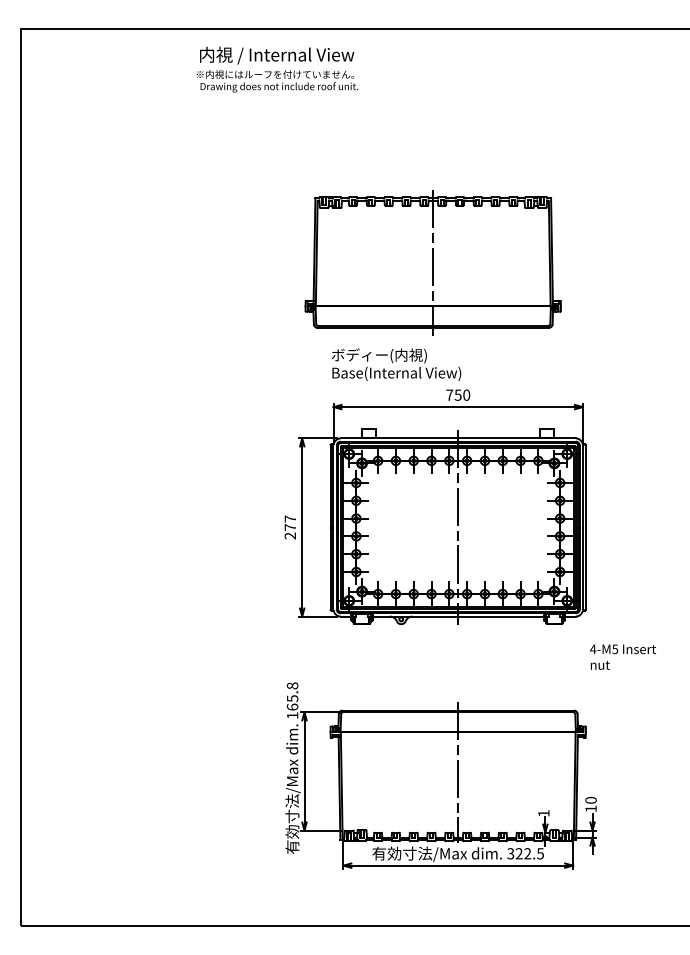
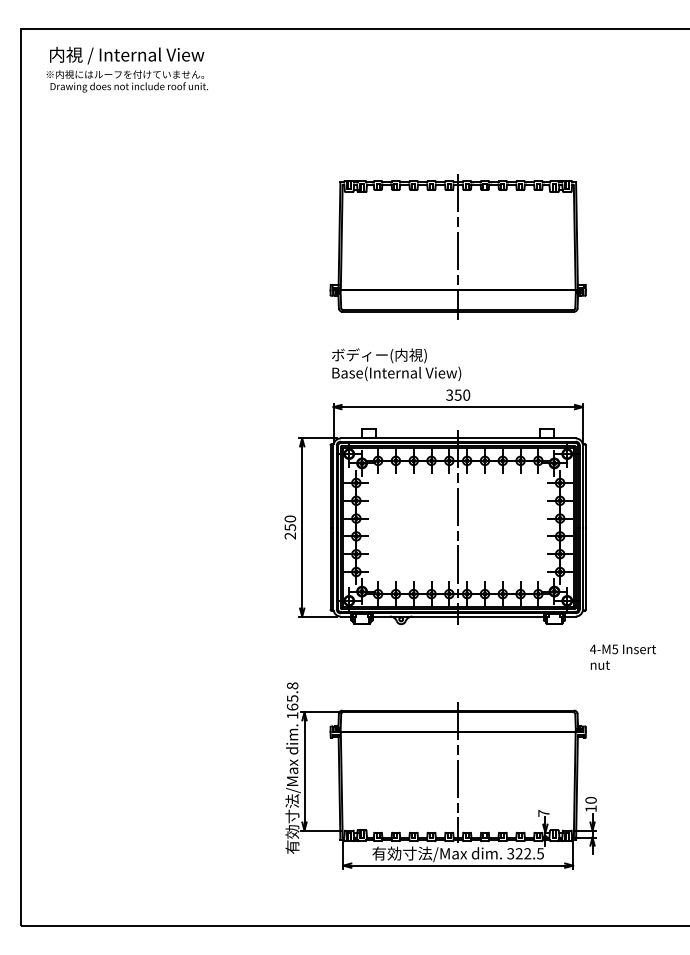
text at (276, 69) position: (276, 69) -> (126, 69)
part at (432, 262) position: (432, 262) -> (457, 246)
text at (449, 394): 750 -> 350
text at (290, 523): 277 -> 250
text at (543, 813): 1 -> 7
